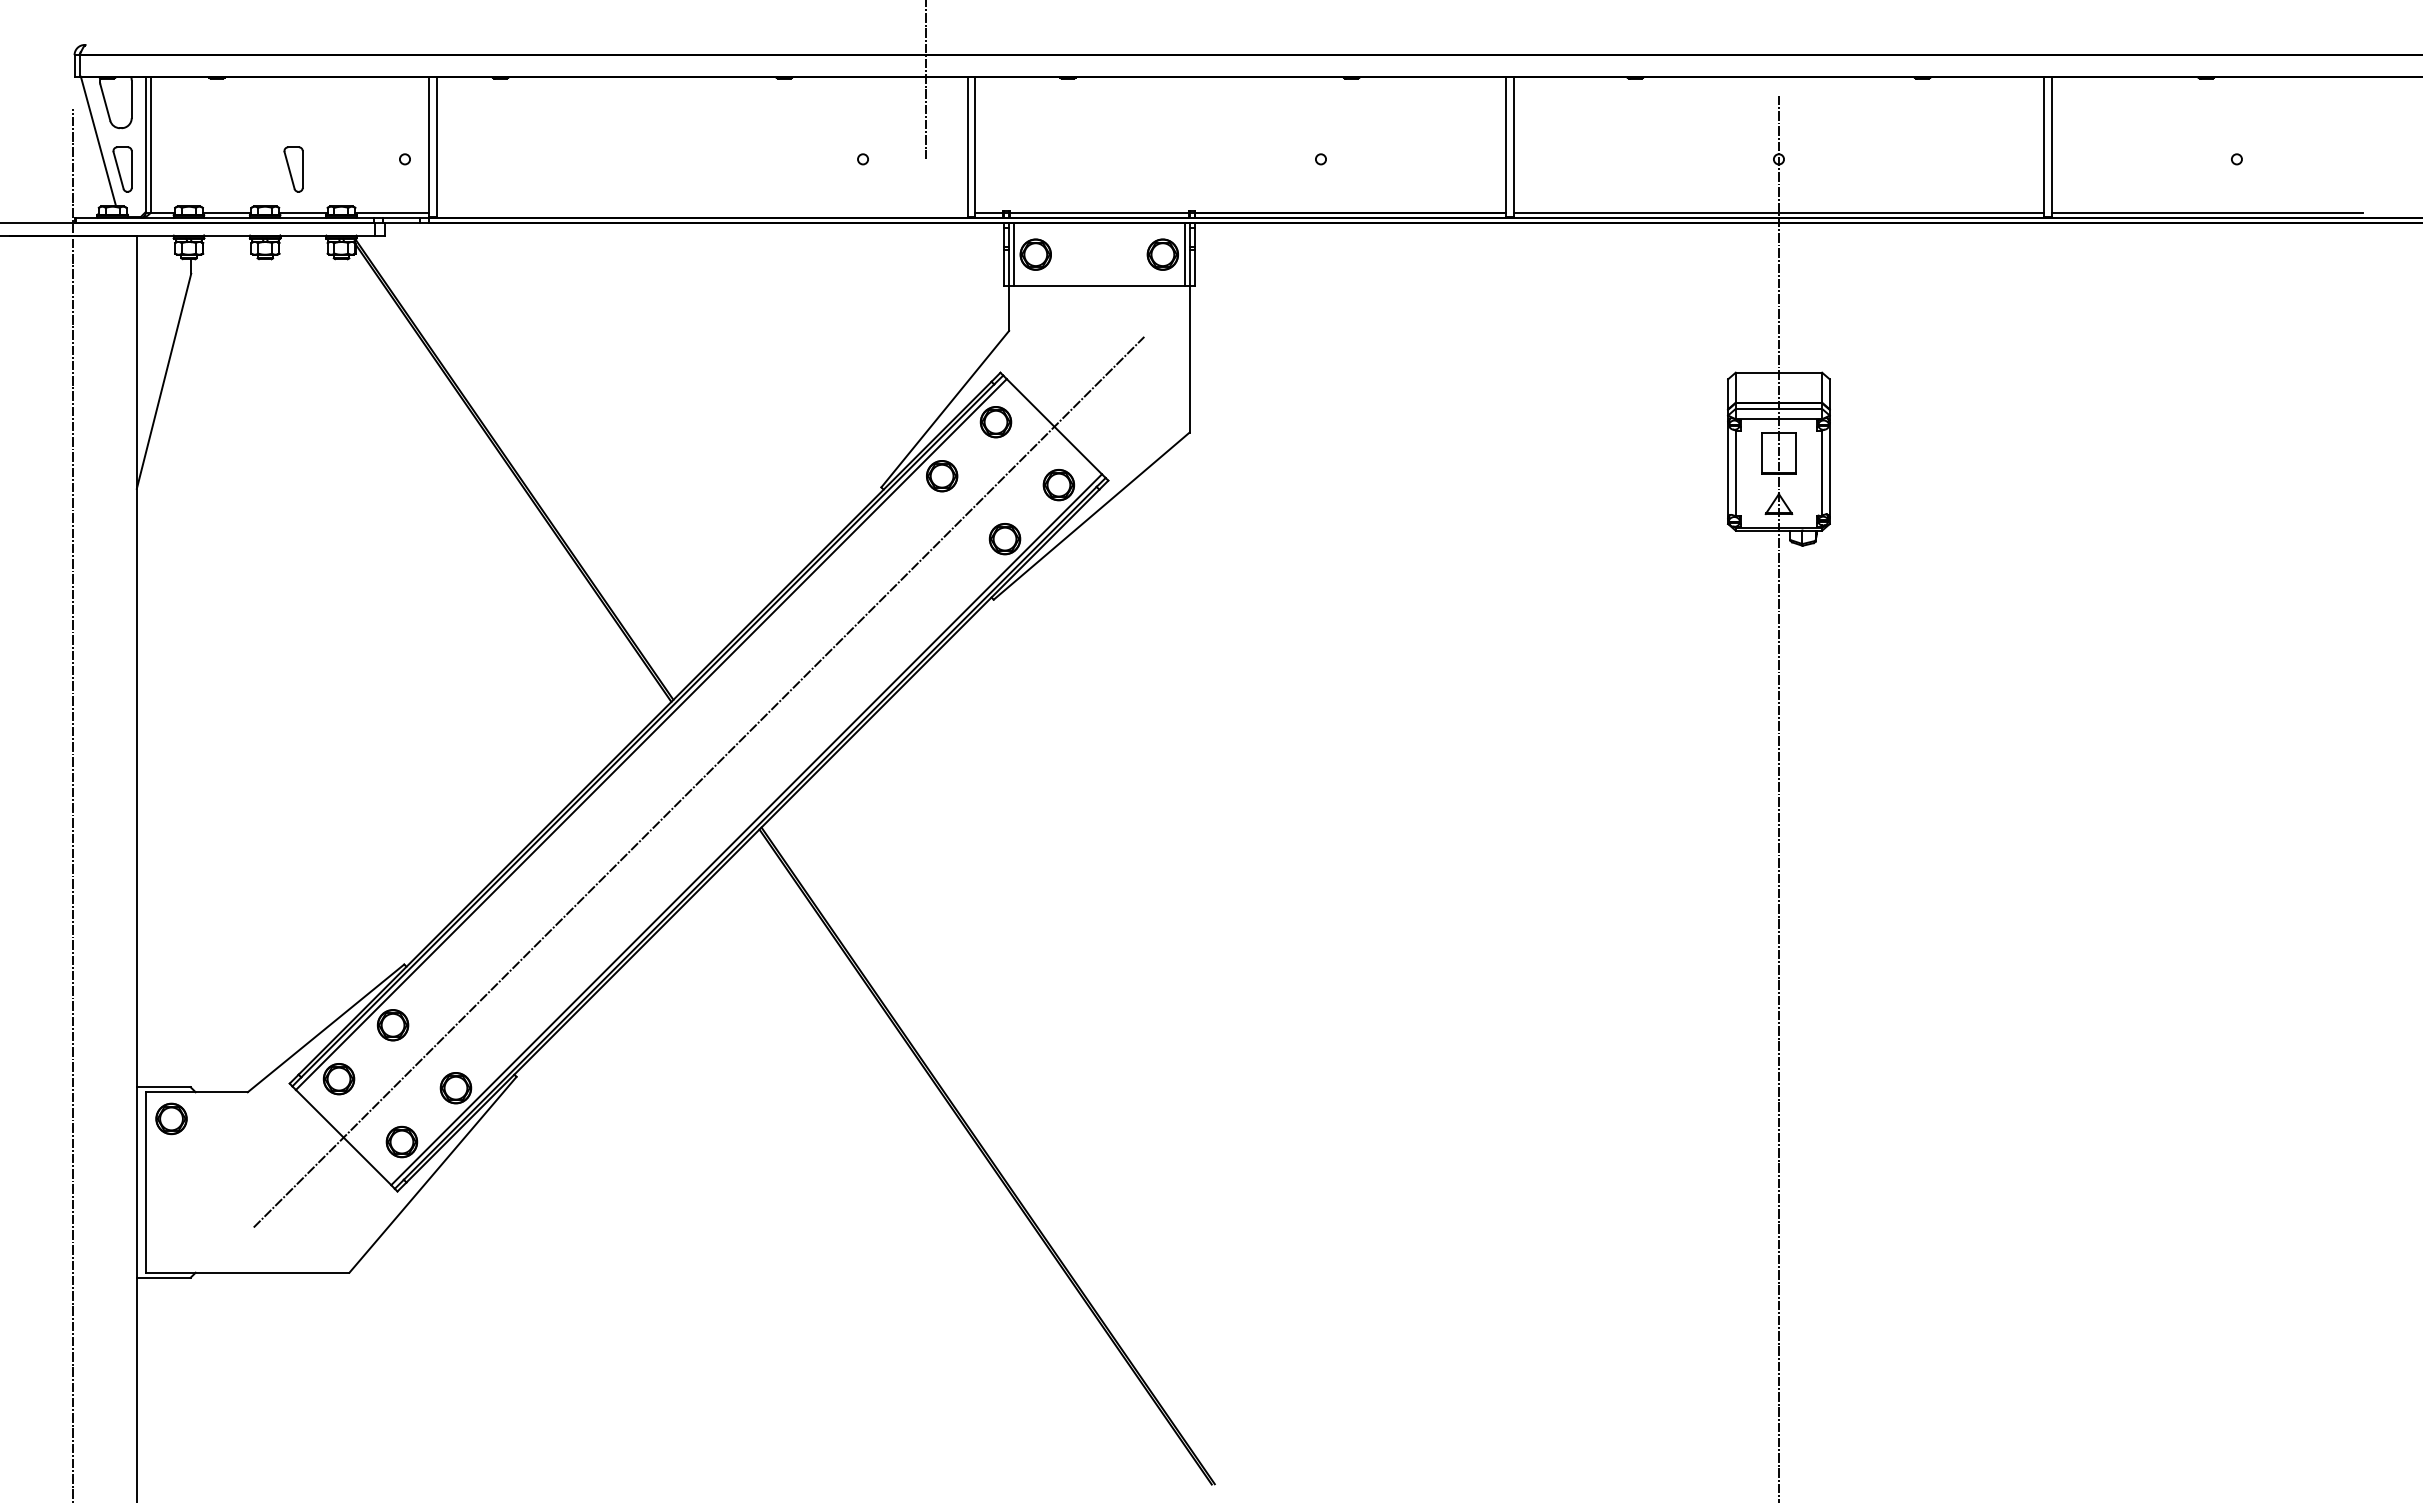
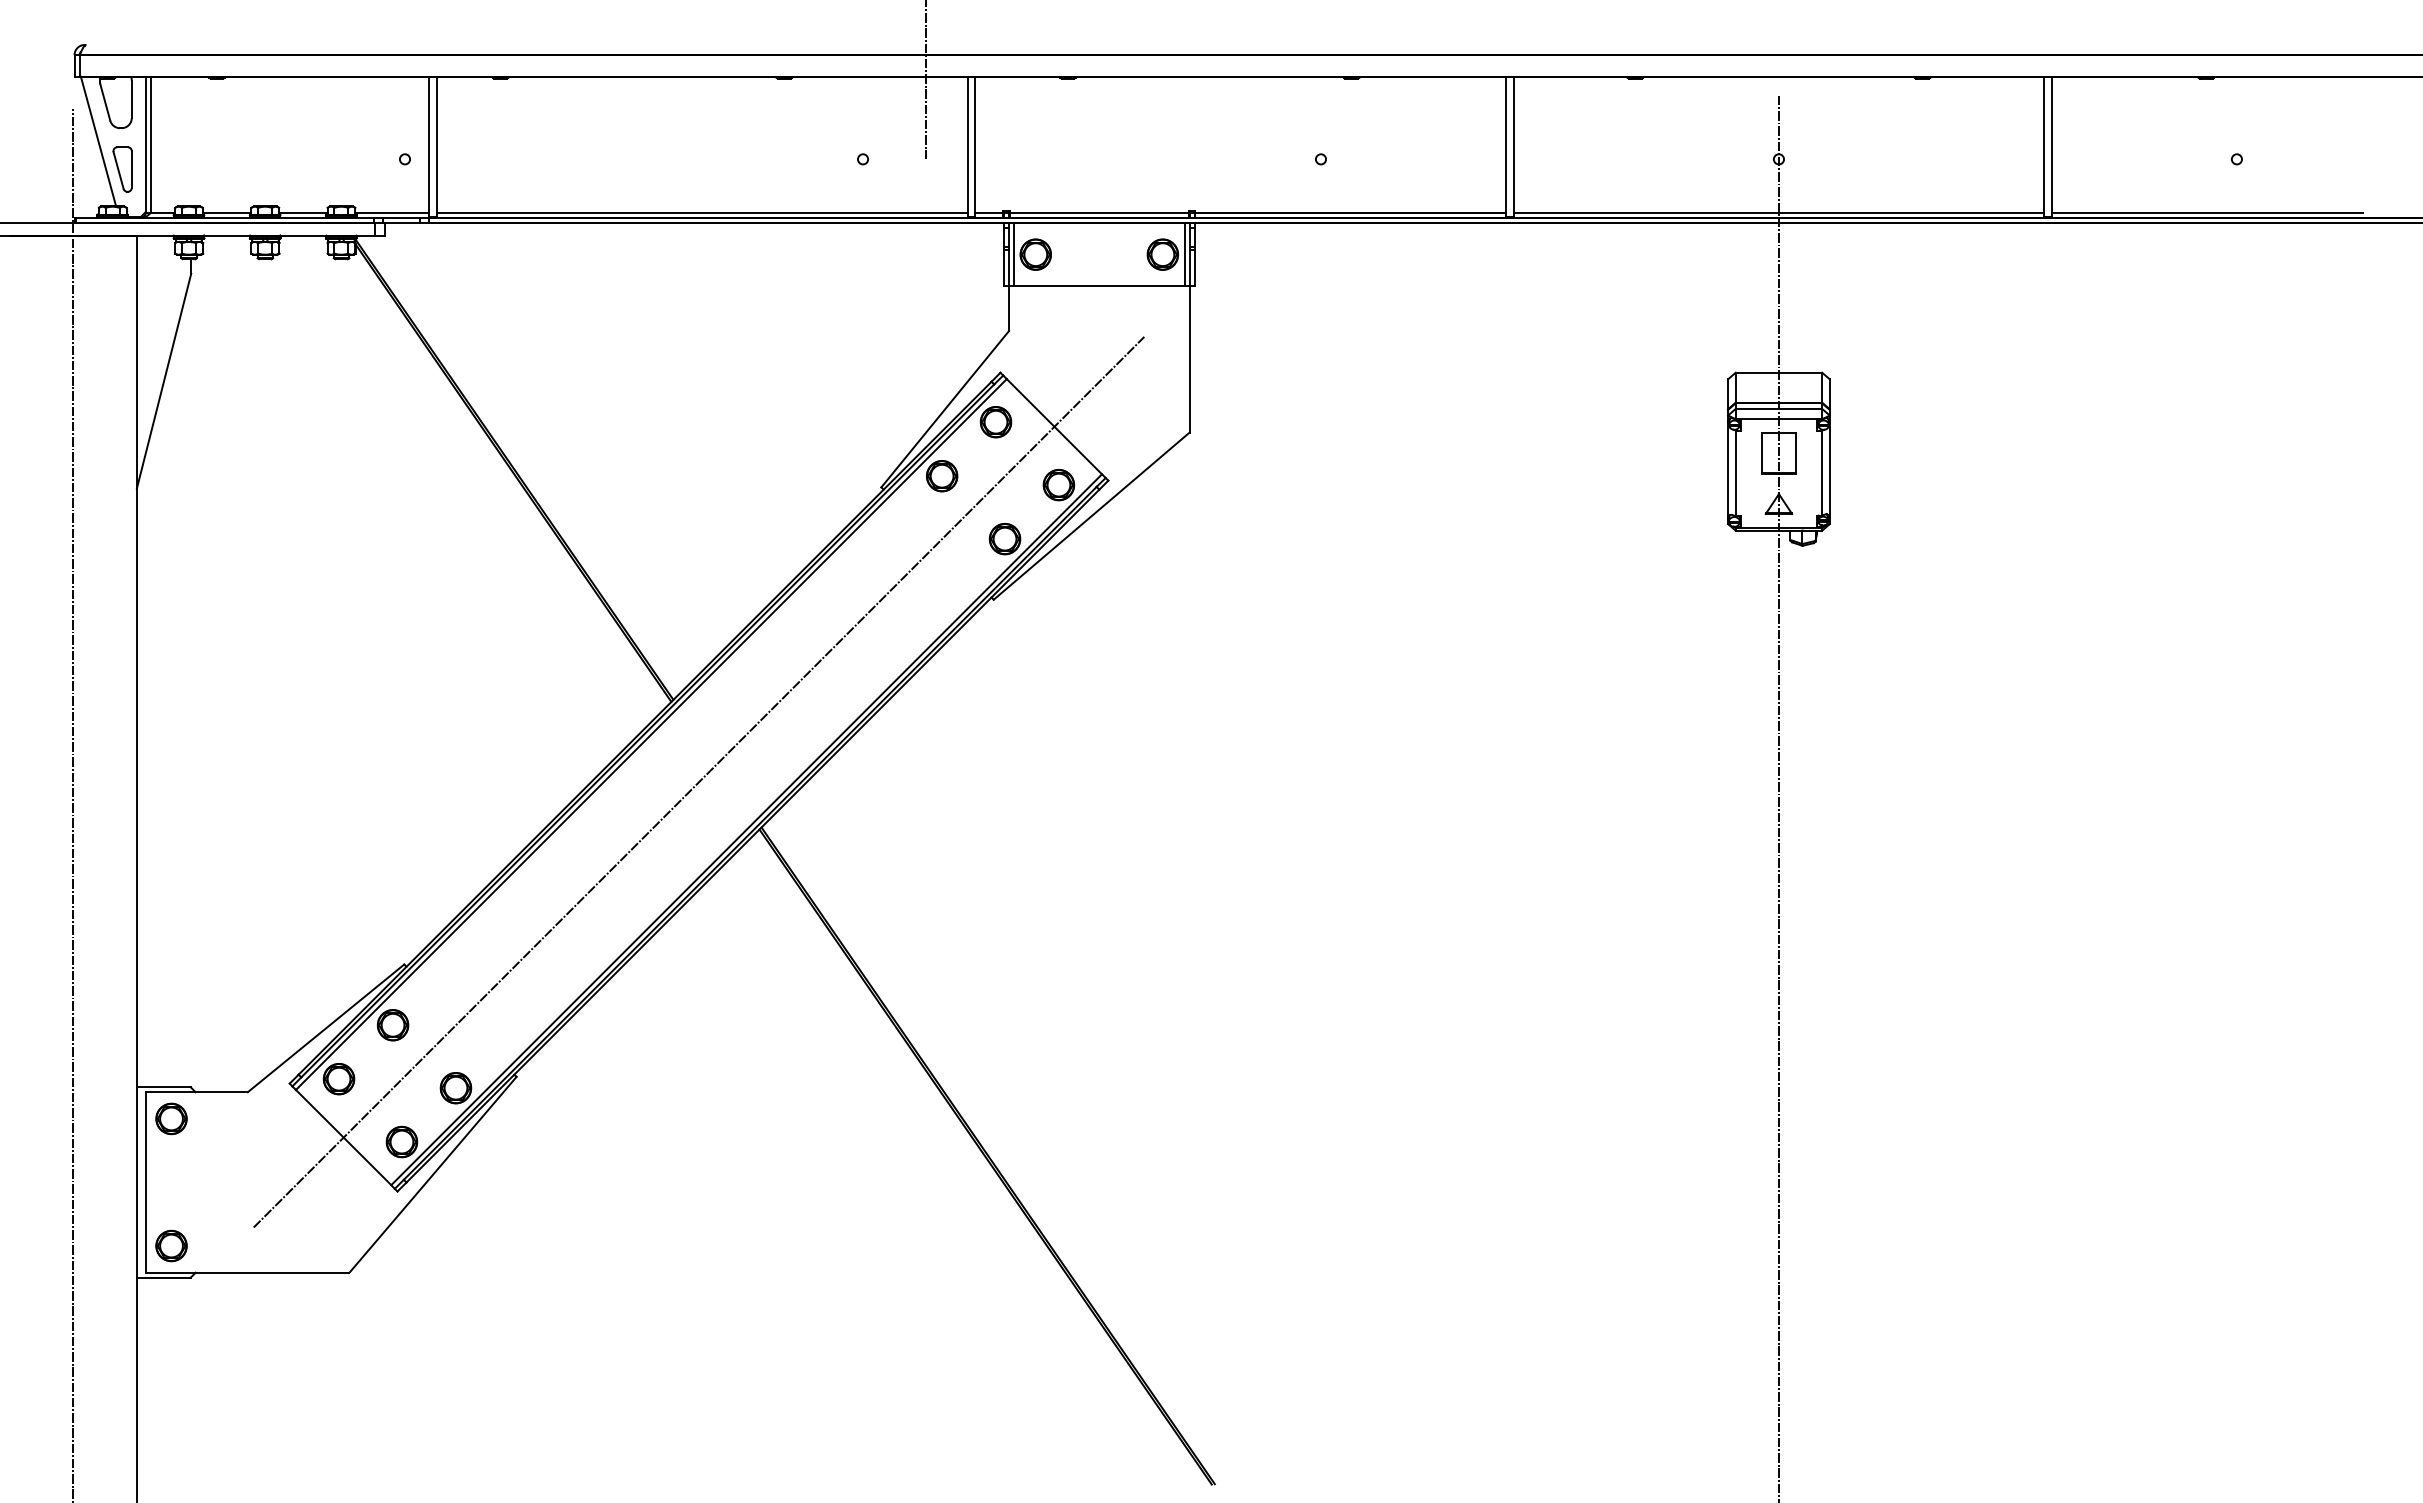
part at (293, 169): present -> none
line at (701, 212): none -> present
part at (171, 1245): none -> present
